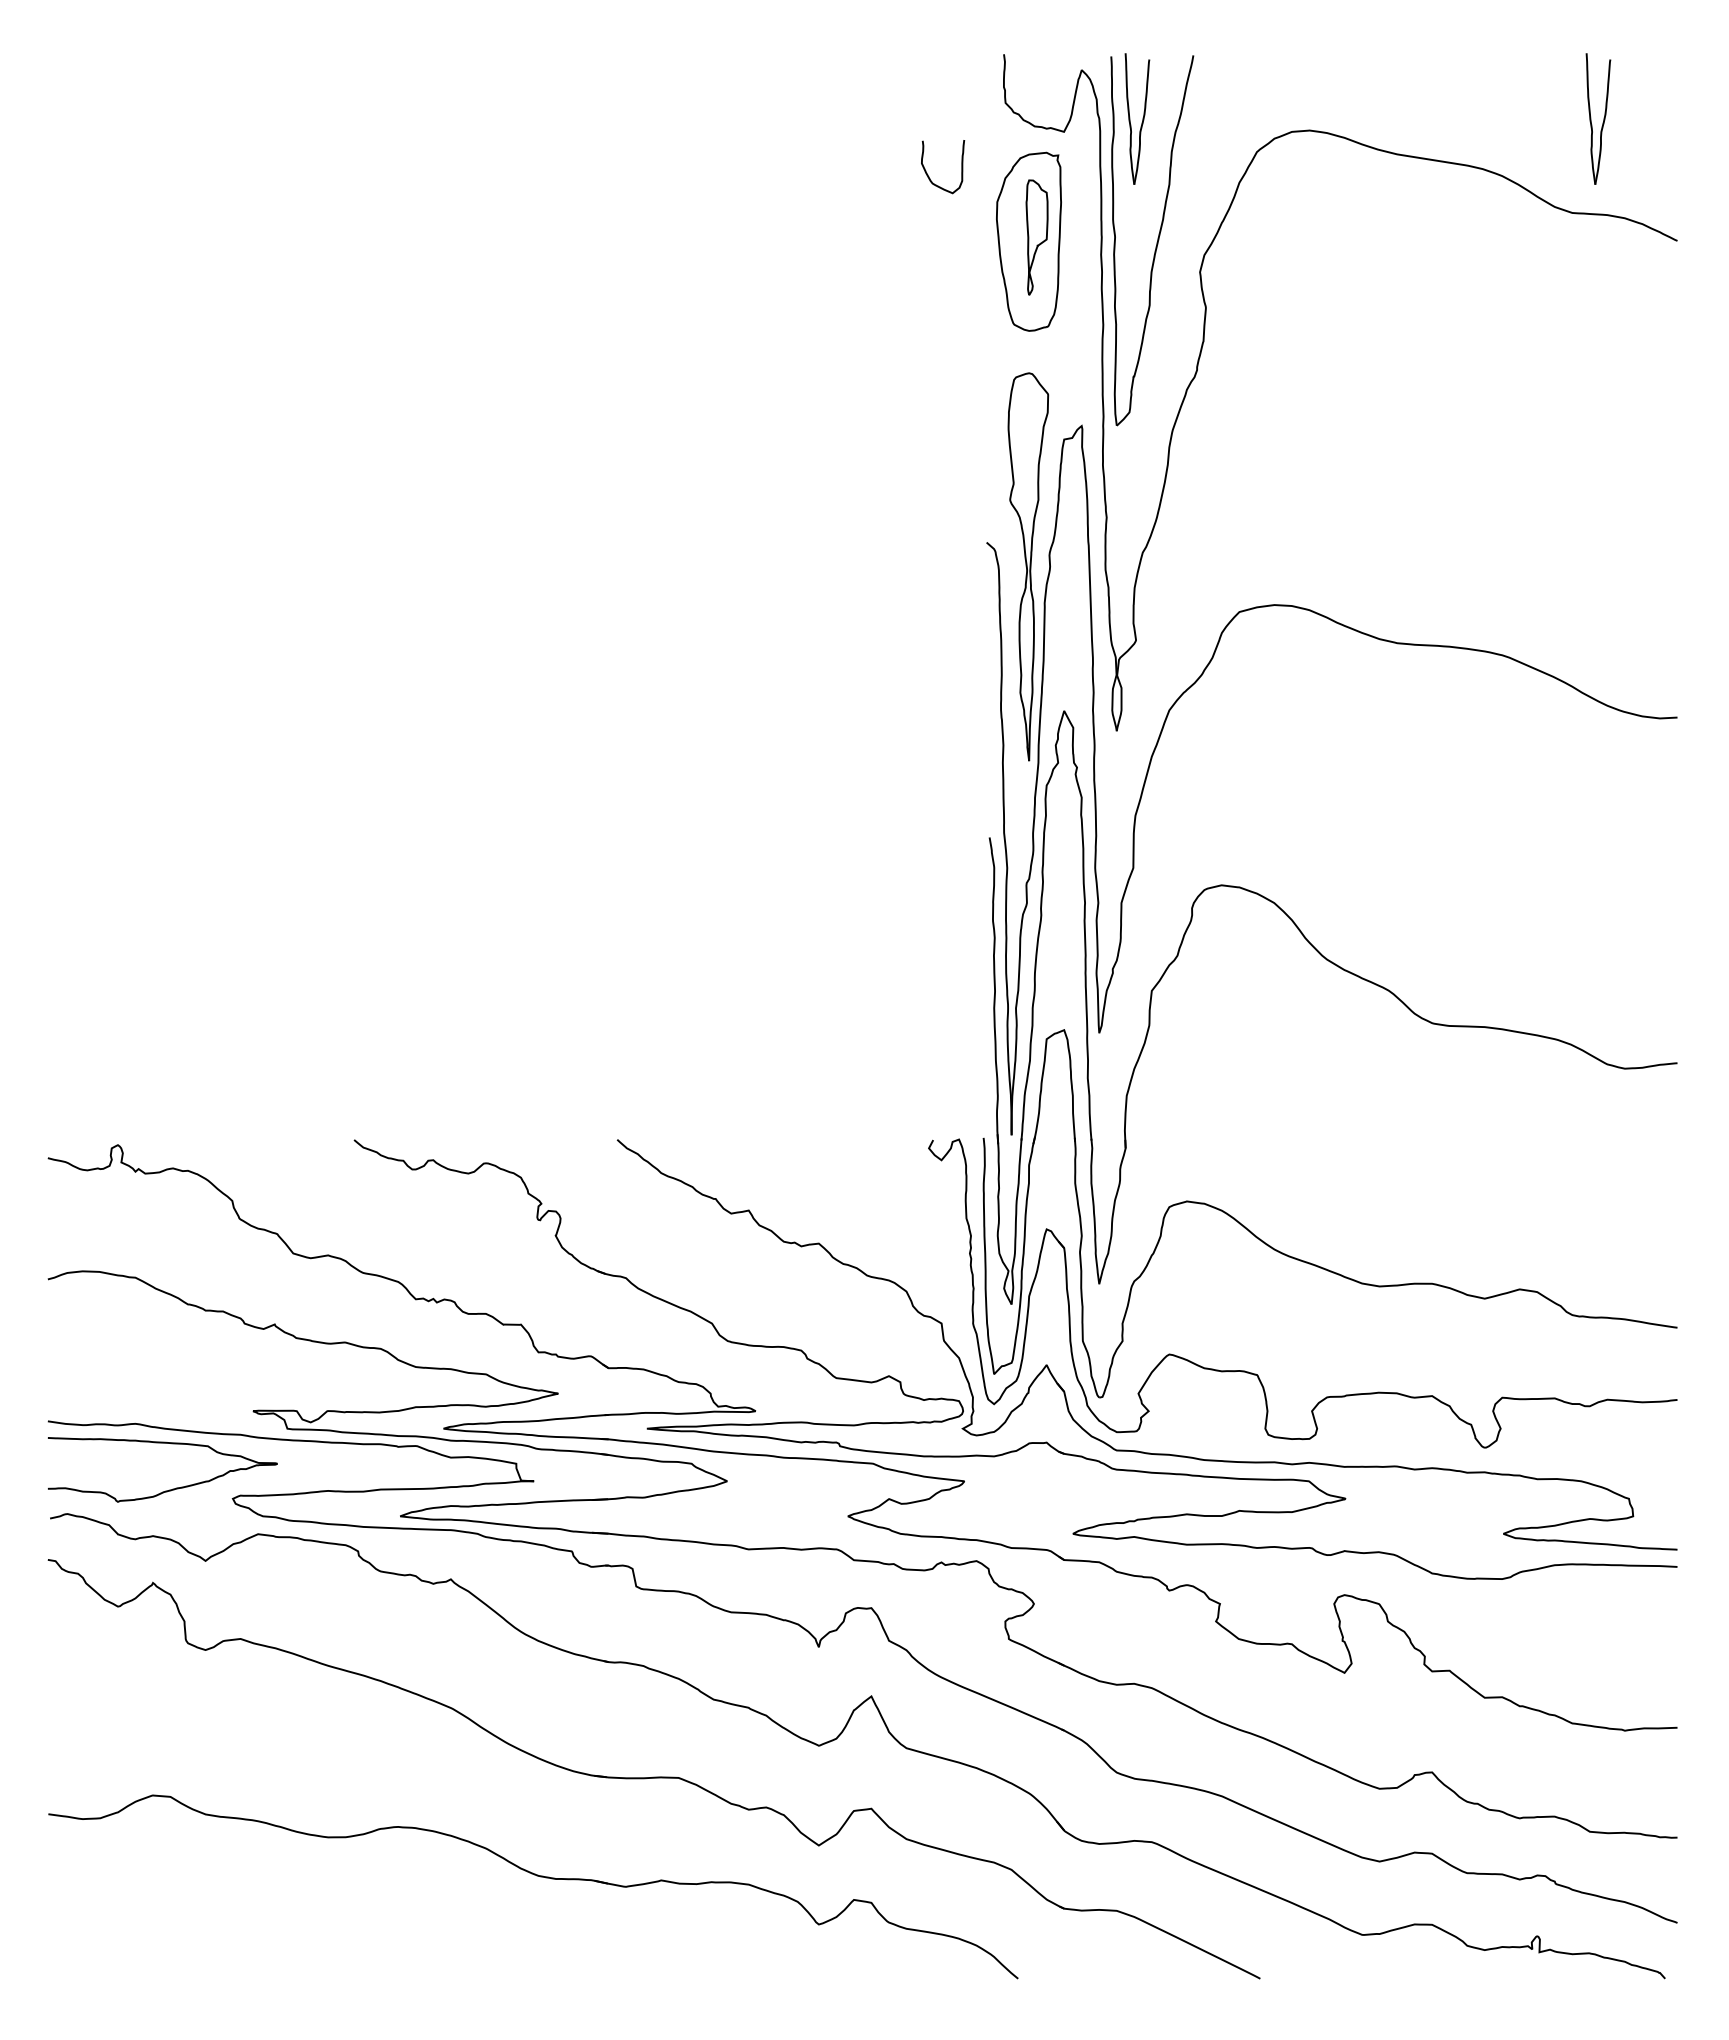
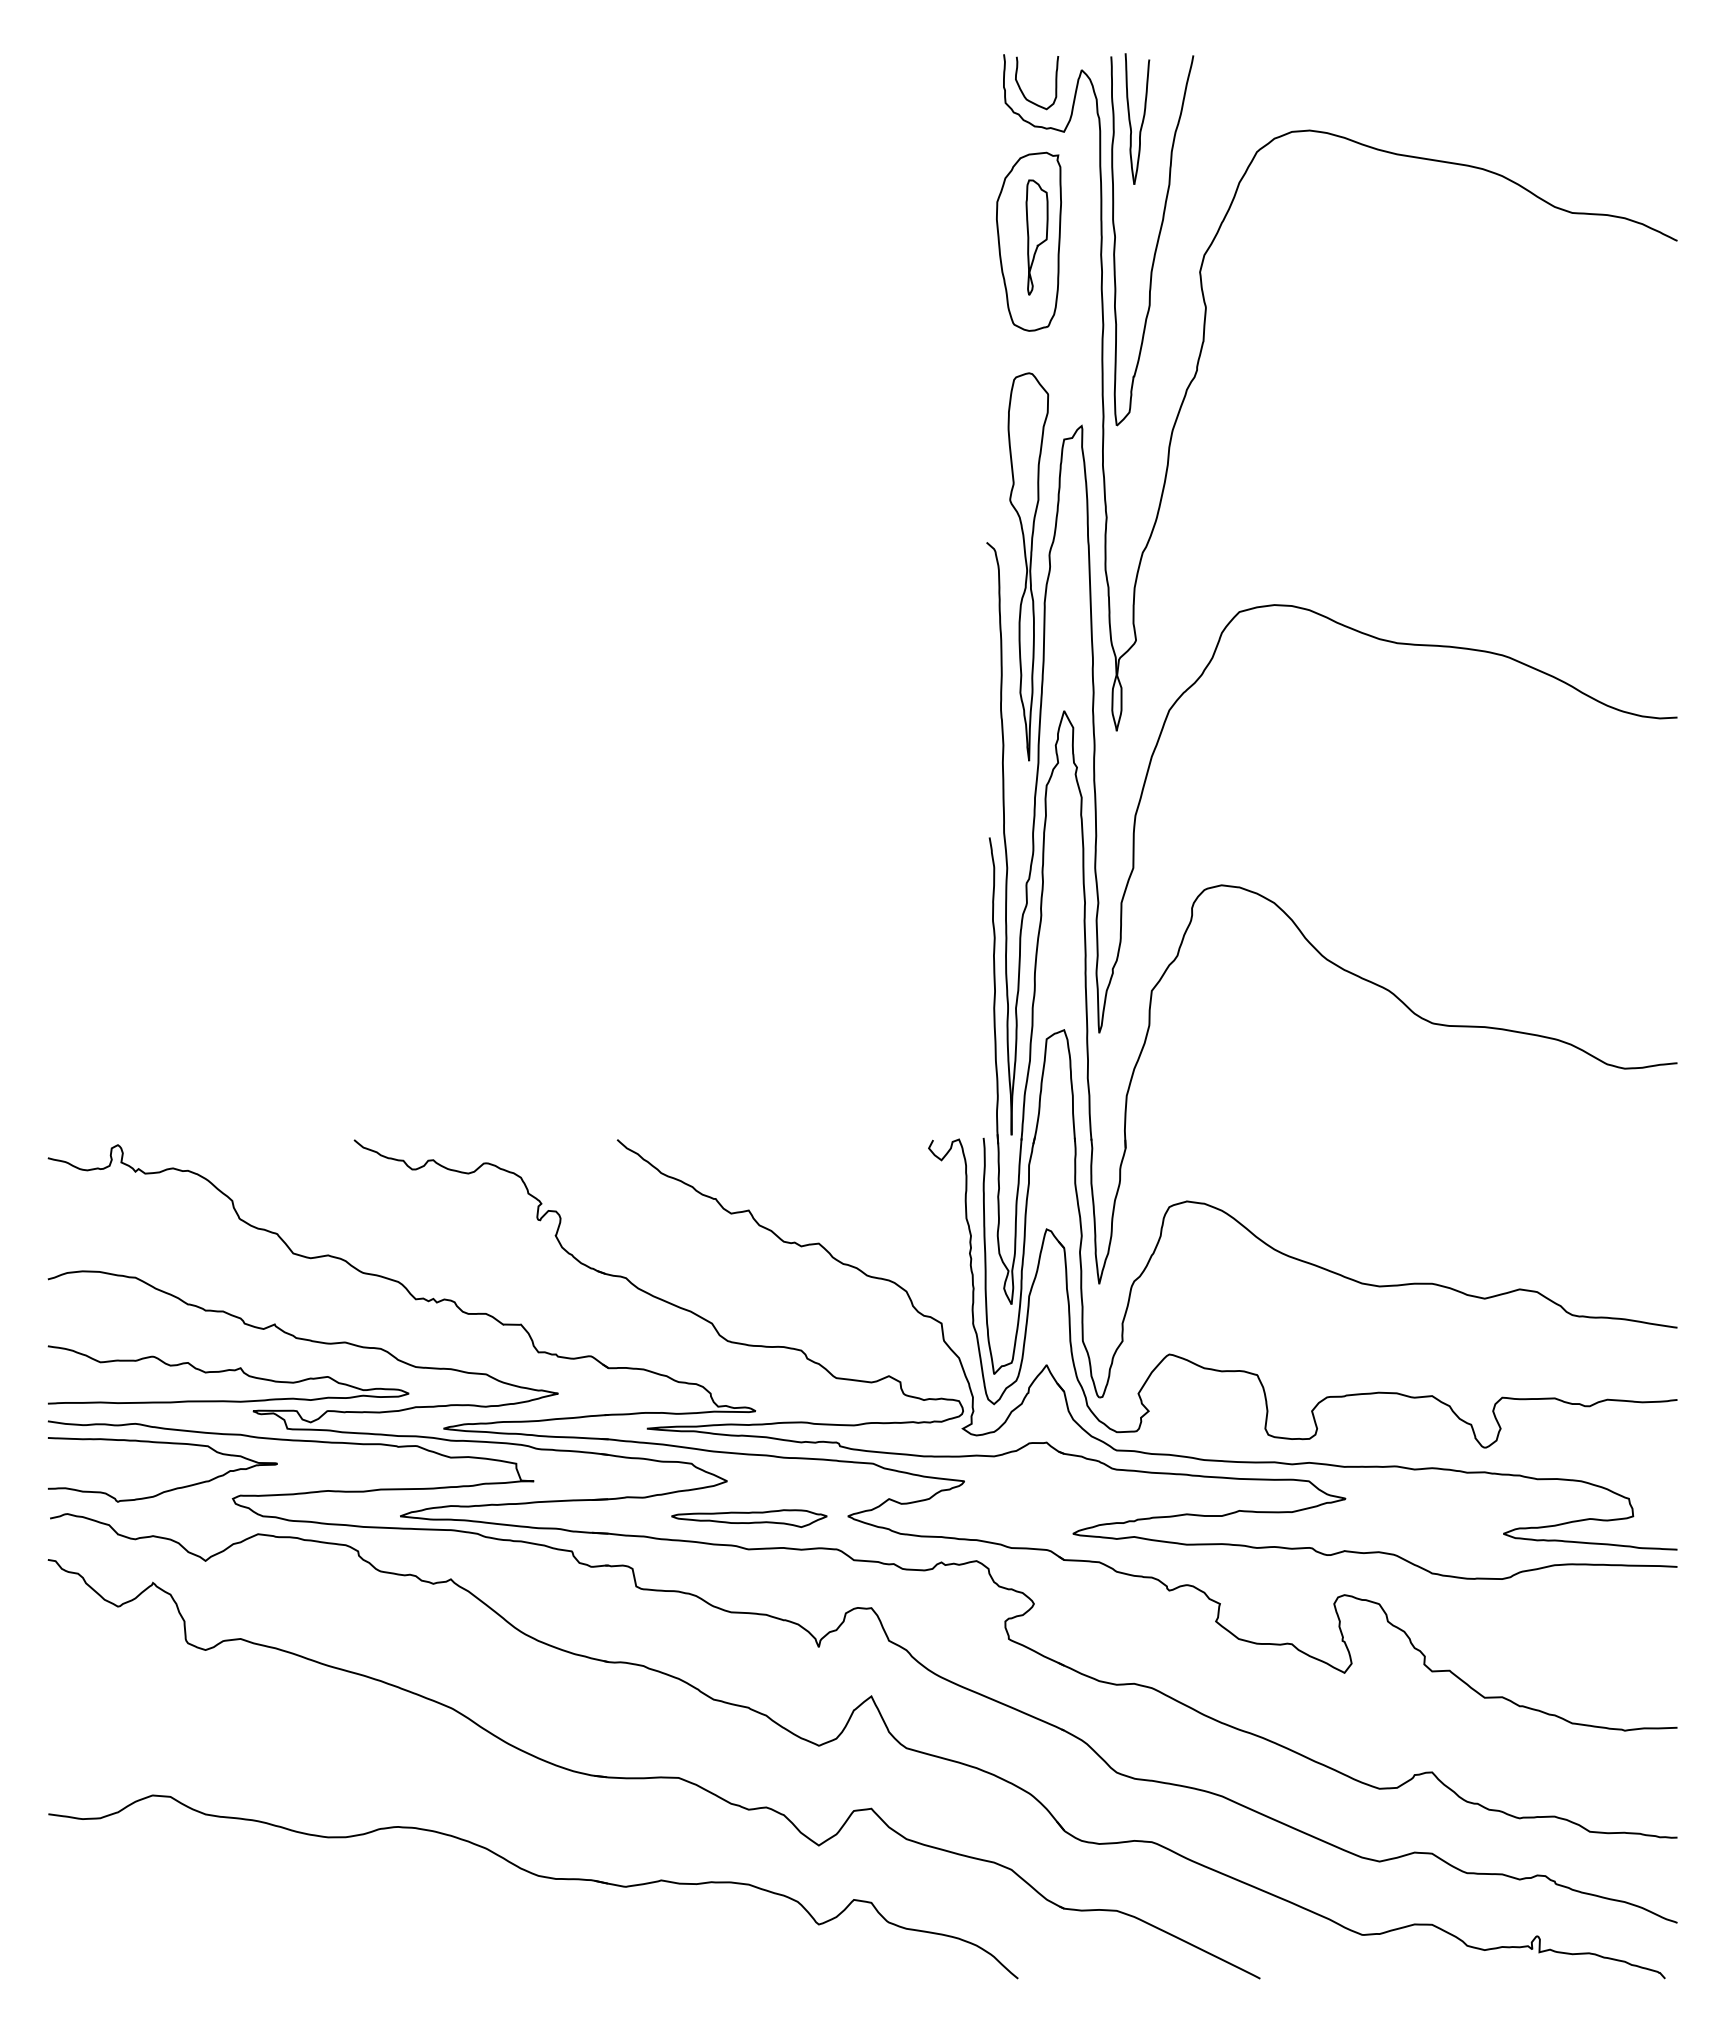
part at (1598, 118): present -> none
curve at (928, 174) position: (928, 174) -> (1022, 90)
curve at (227, 1371): none -> present
part at (749, 1518): none -> present
